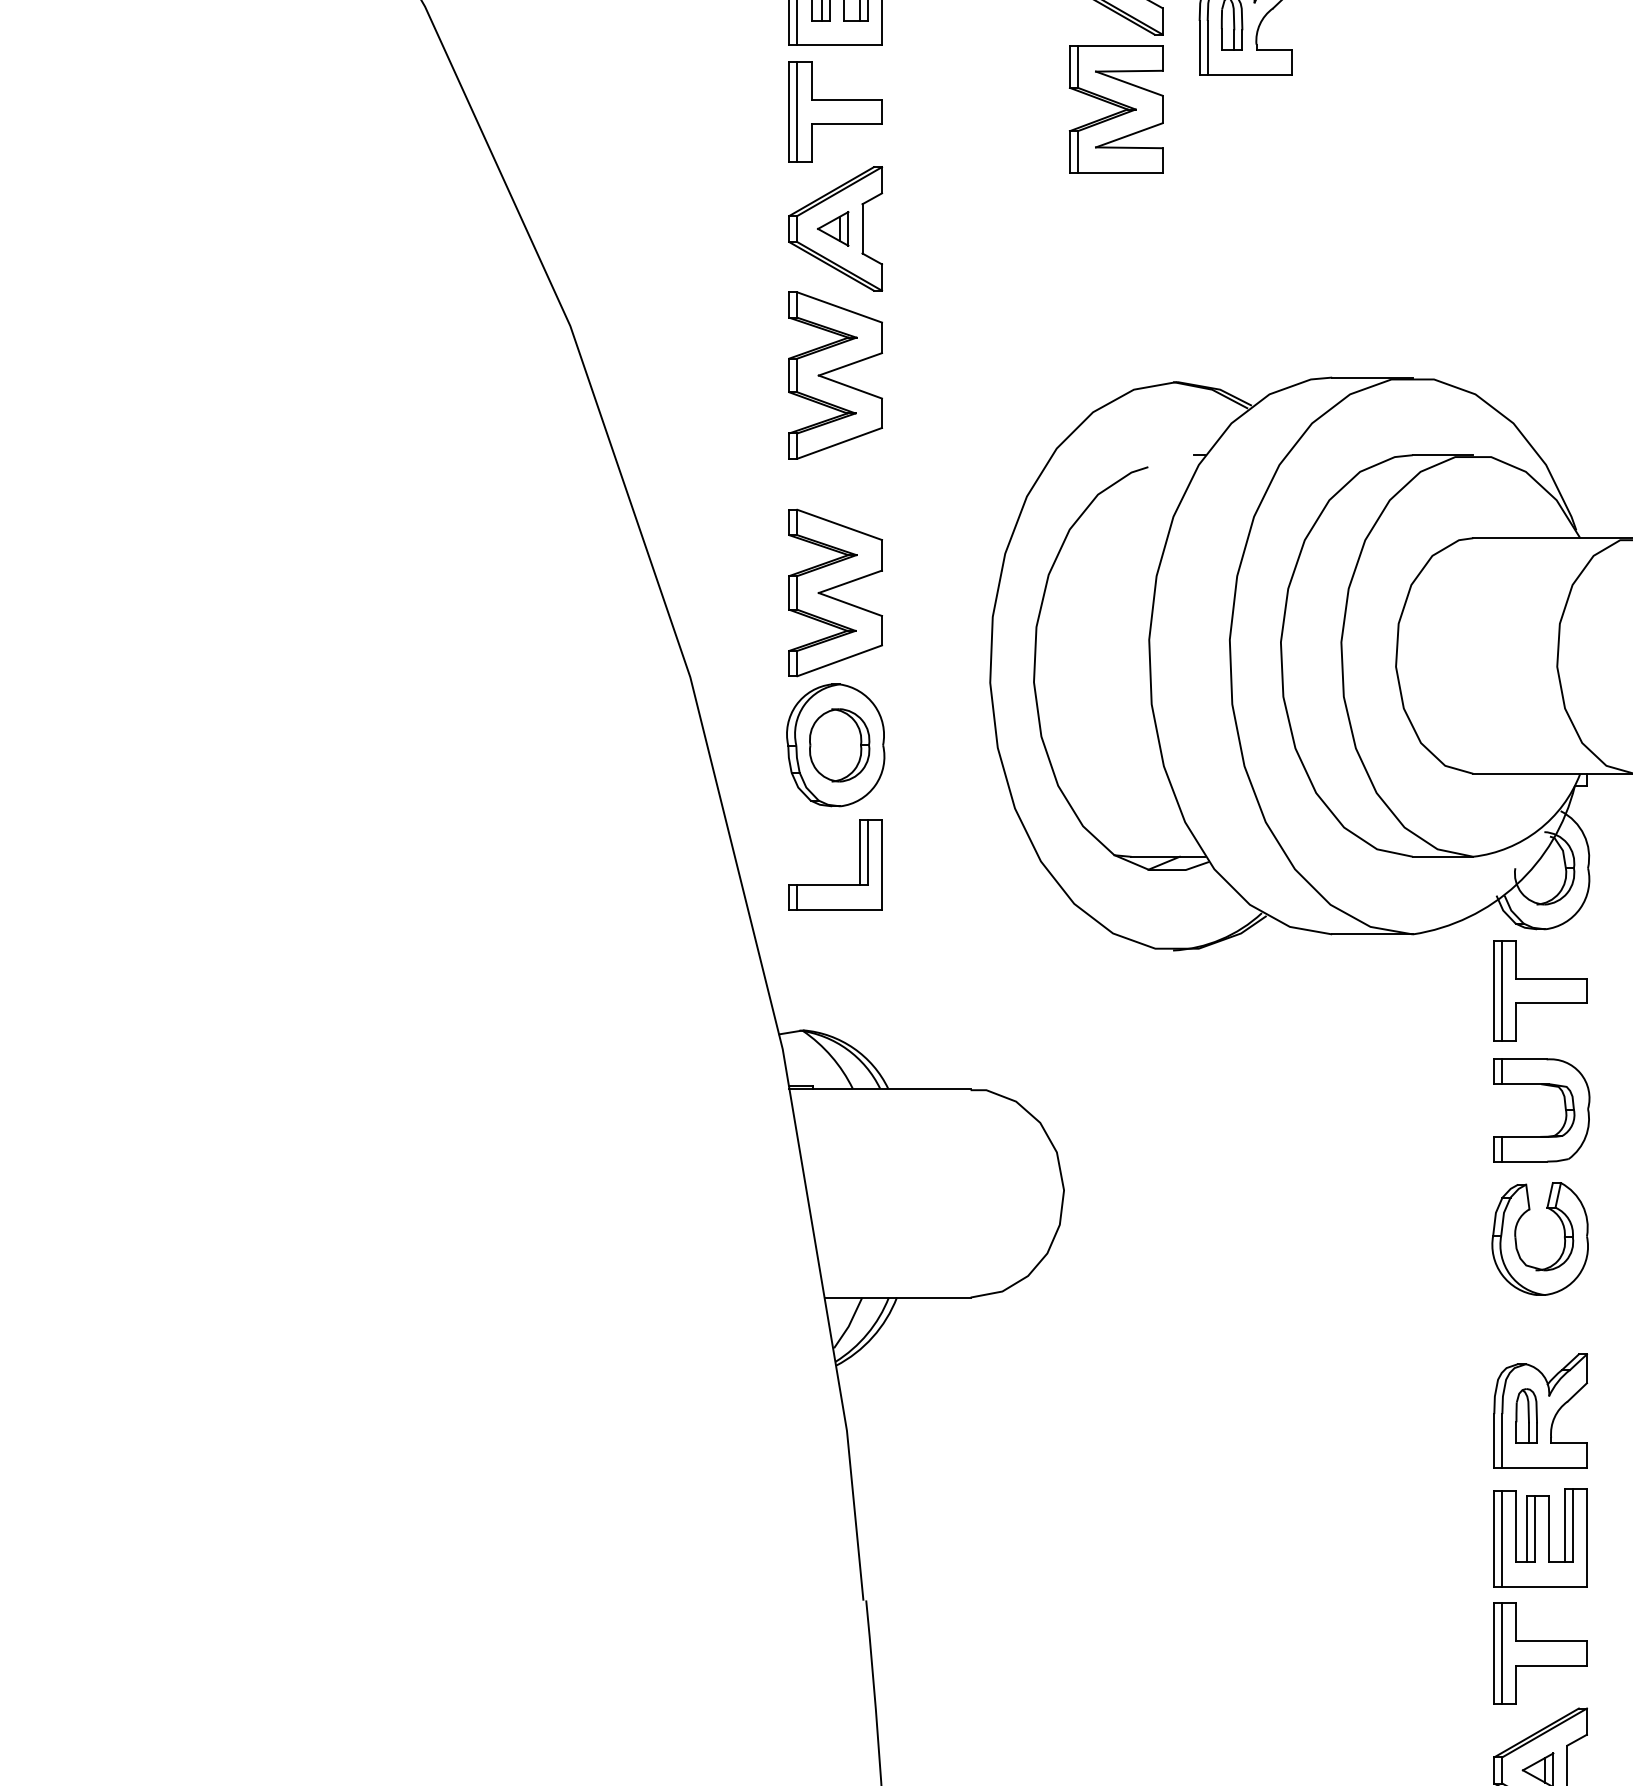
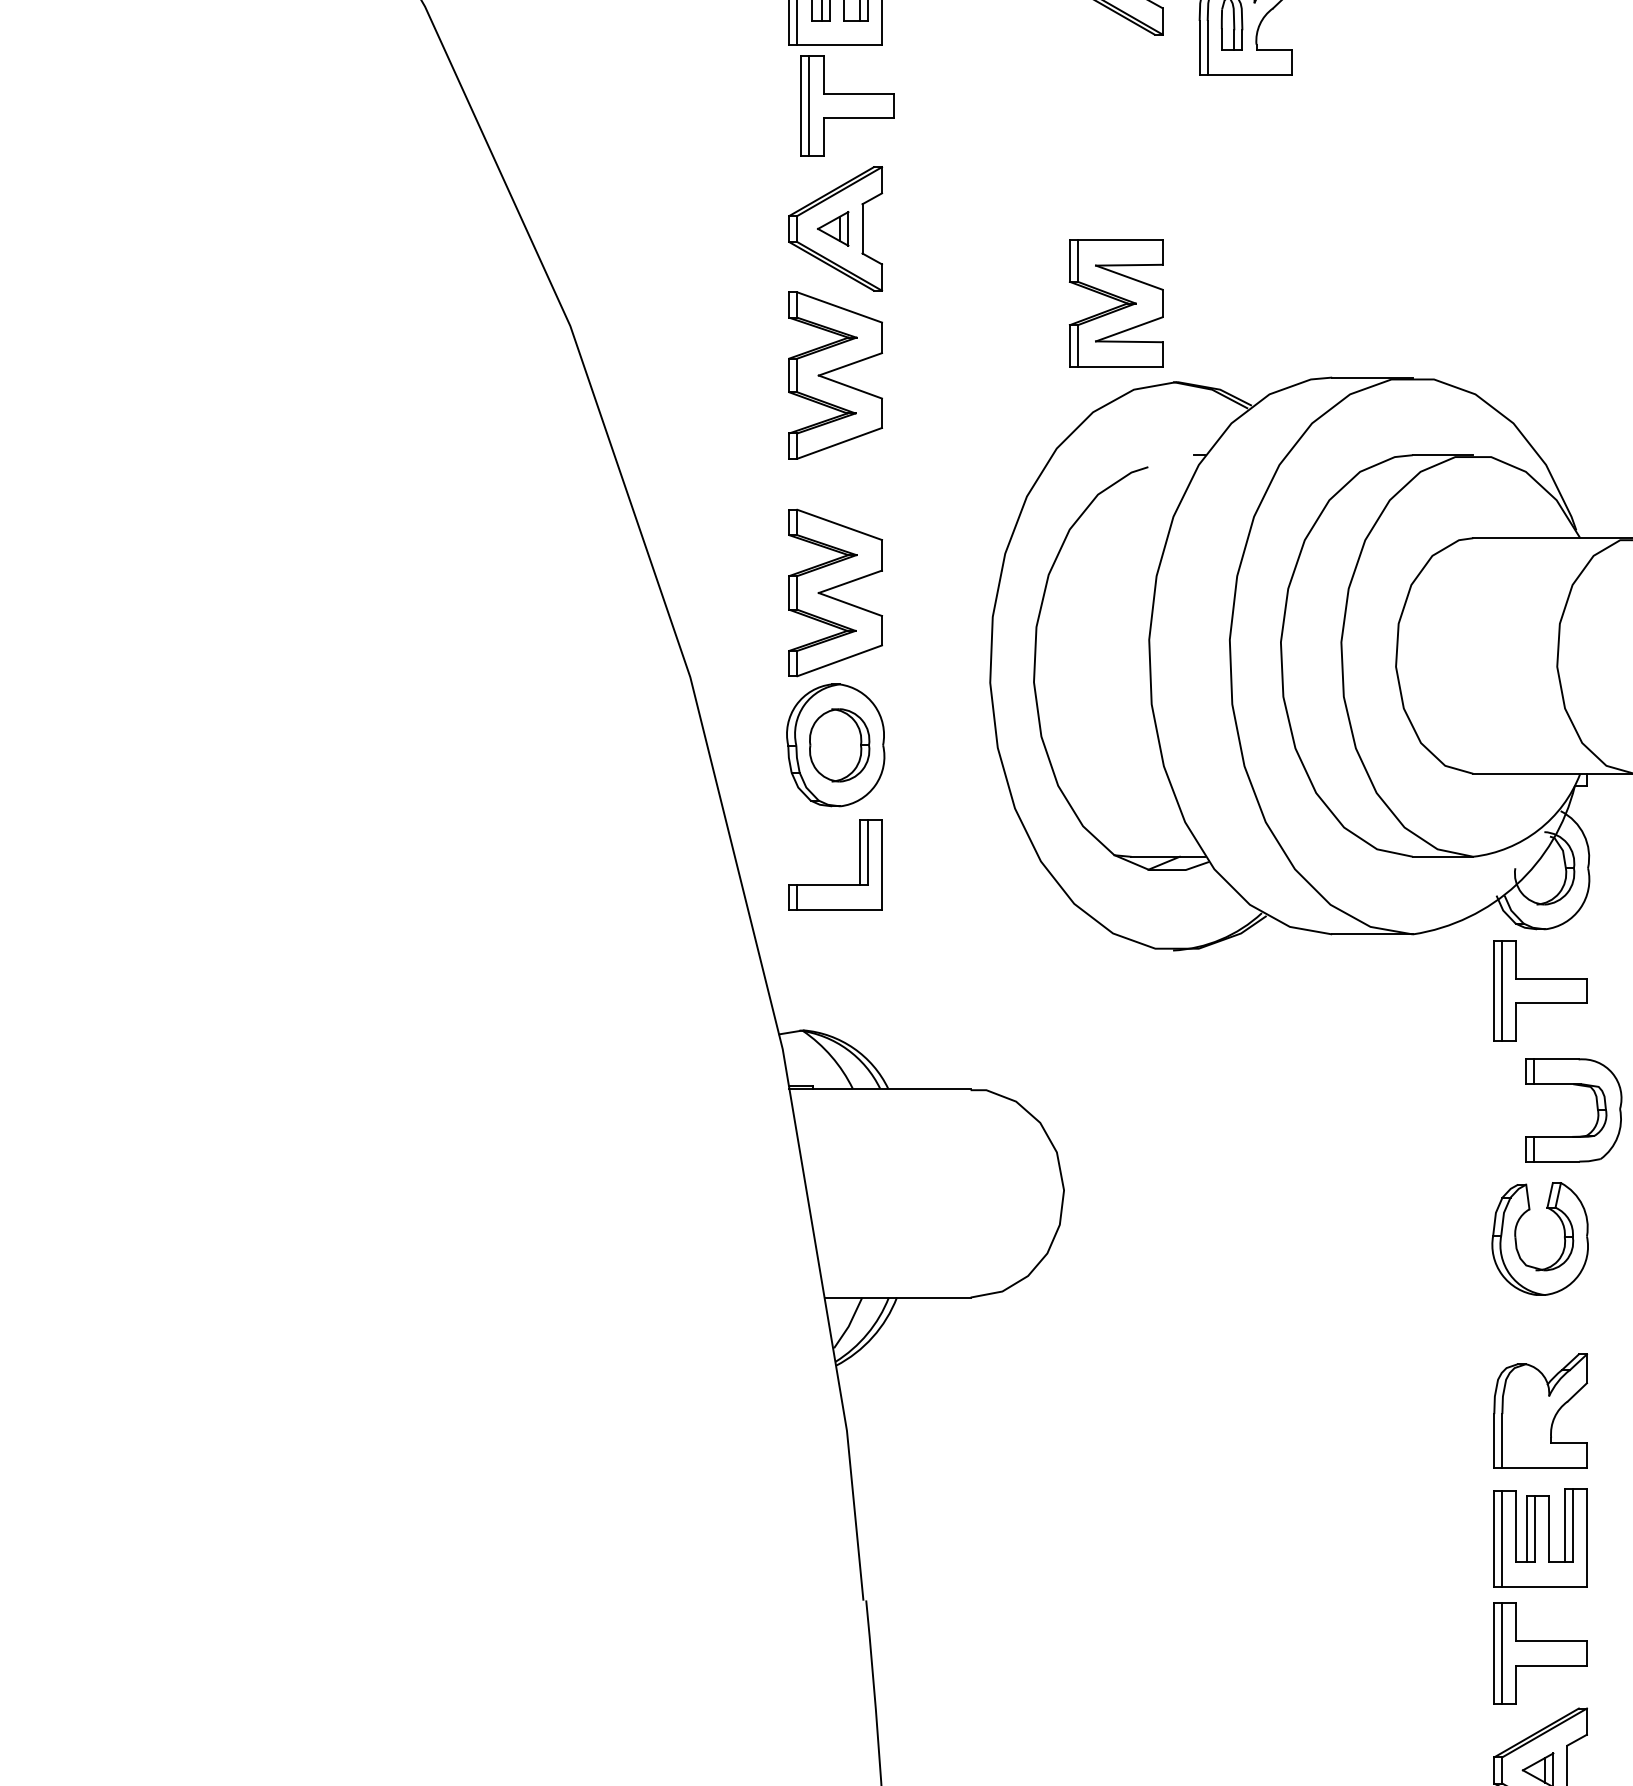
part at (1116, 109) position: (1116, 109) -> (1116, 303)
part at (835, 111) position: (835, 111) -> (847, 105)
part at (1564, 1108) position: (1564, 1108) -> (1596, 1108)
part at (1526, 1415): present -> none
